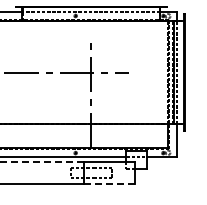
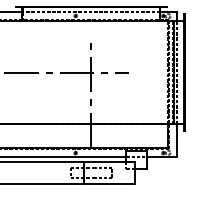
line at (41, 161): dashed -> solid
line at (109, 183): dashed -> solid
